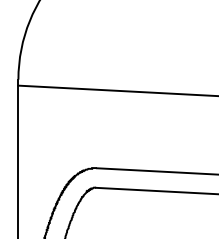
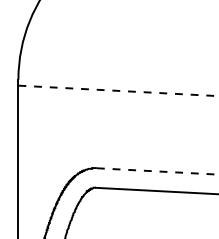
line at (119, 90): solid -> dashed
line at (157, 171): solid -> dashed
